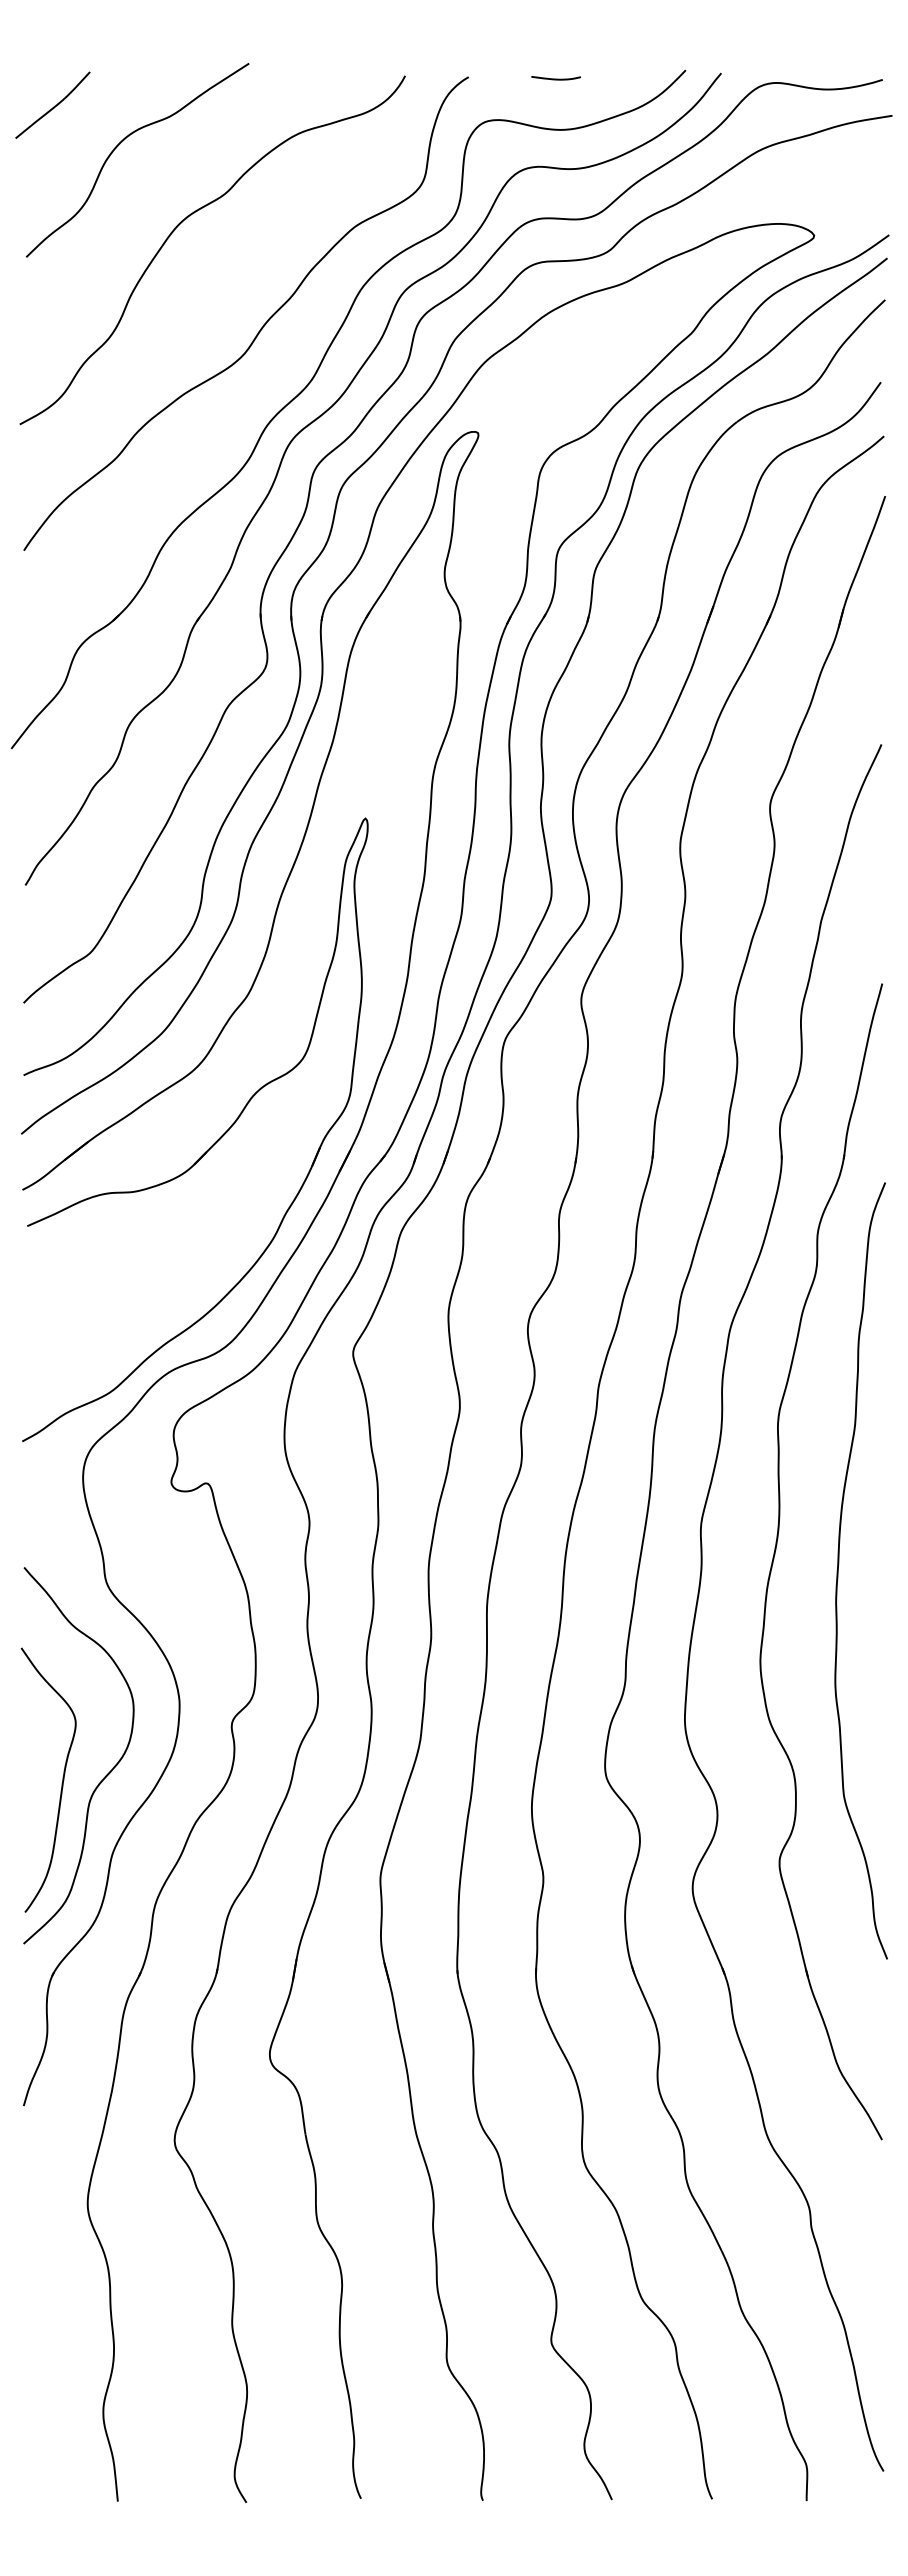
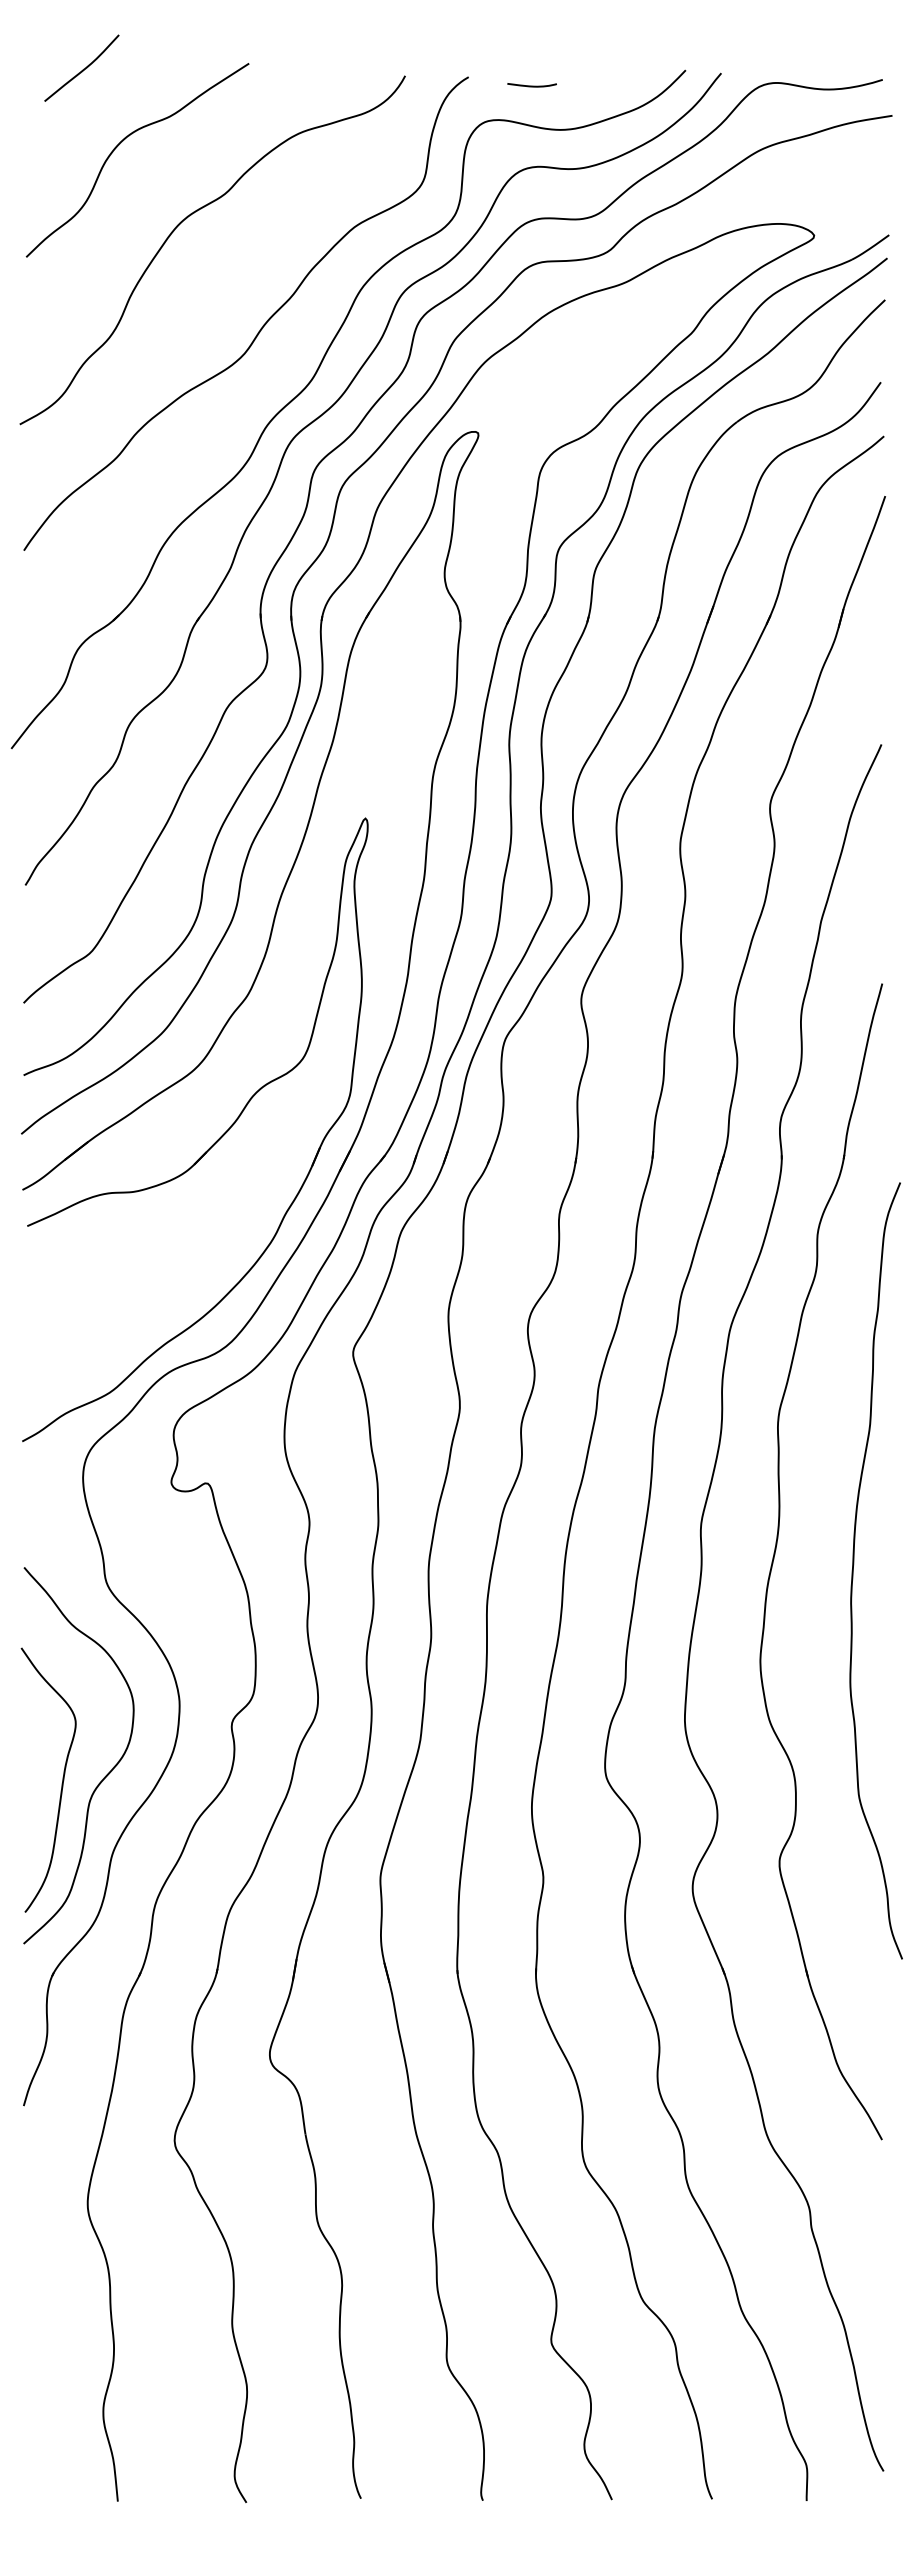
curve at (555, 78) position: (555, 78) -> (531, 85)
curve at (54, 105) position: (54, 105) -> (83, 68)
curve at (839, 1564) position: (839, 1564) -> (854, 1564)
